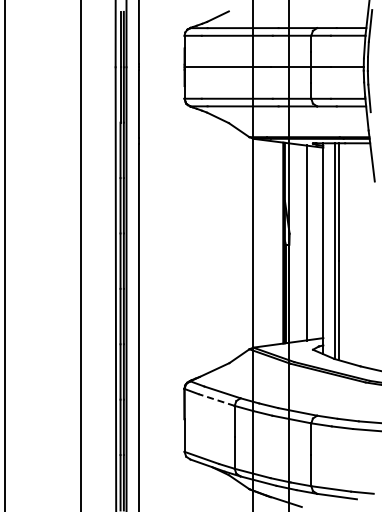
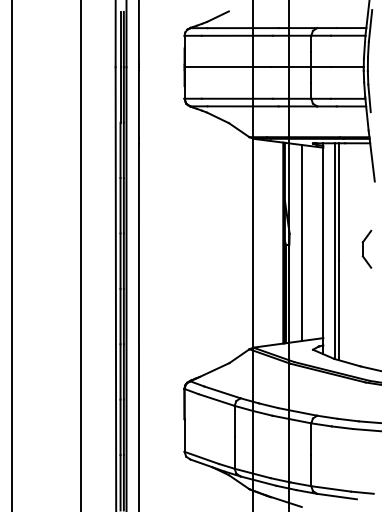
line at (306, 242) position: (306, 242) -> (301, 242)
part at (366, 249): none -> present
line at (4, 255) position: (4, 255) -> (11, 255)
line at (216, 400): dashed -> solid
